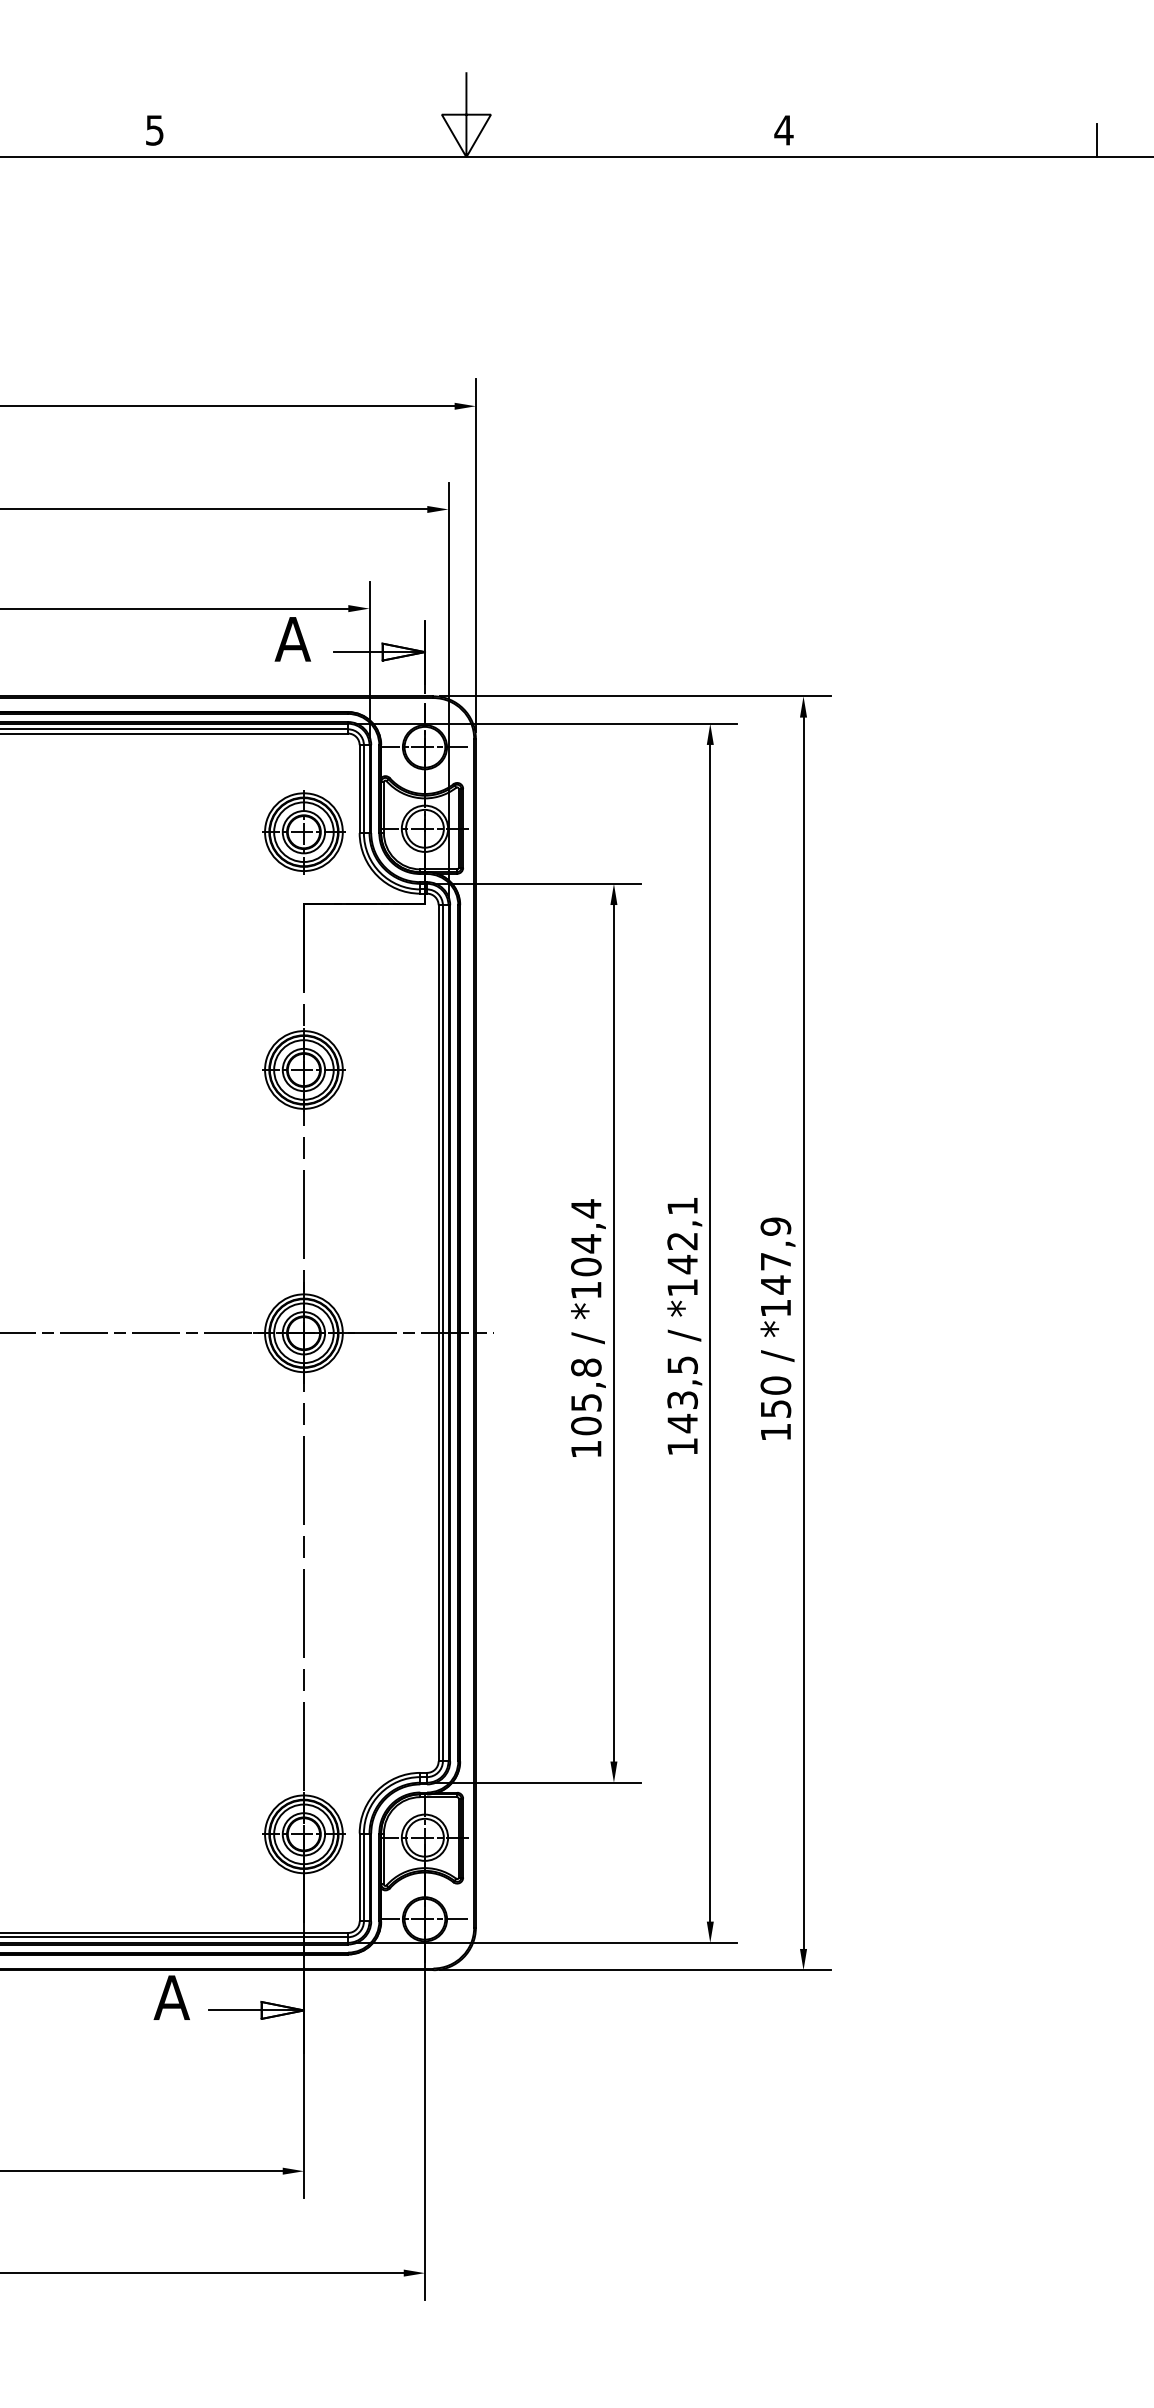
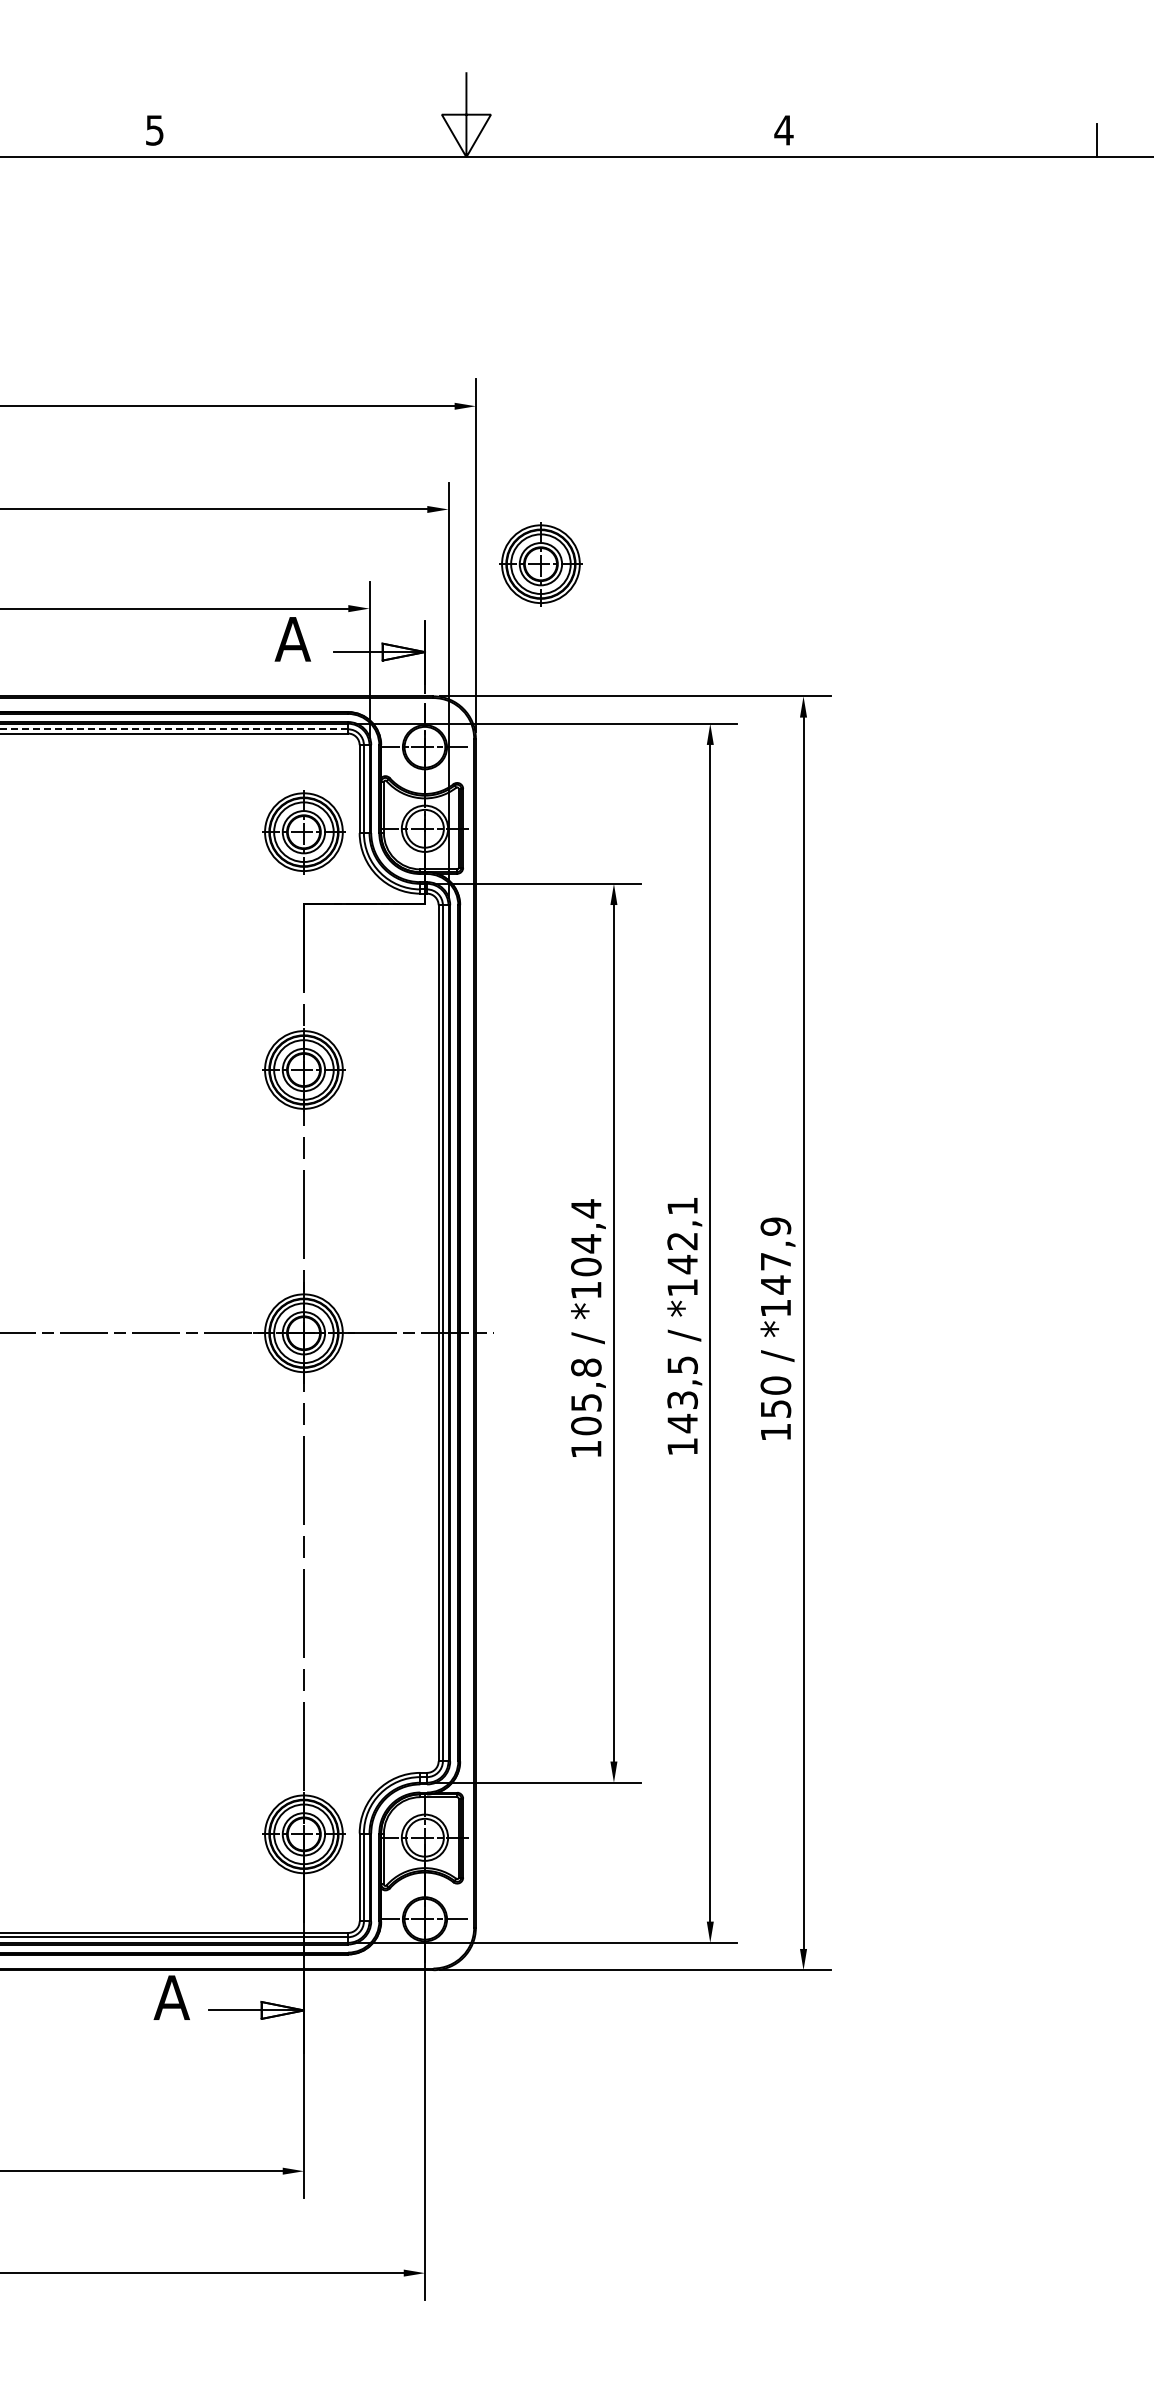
part at (540, 564): none -> present
line at (174, 729): solid -> dashed
